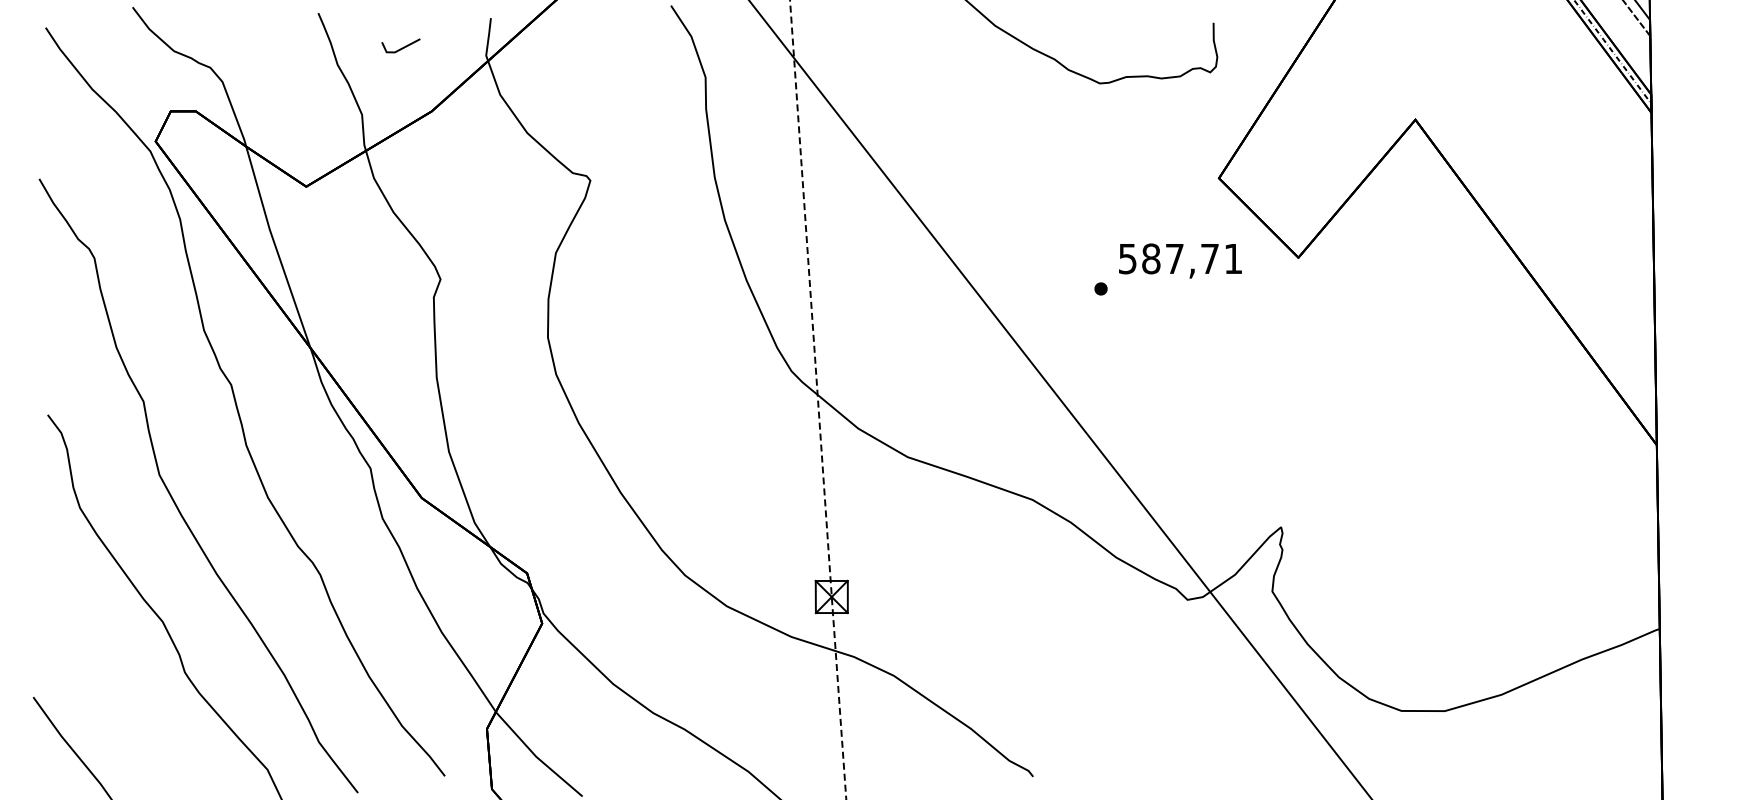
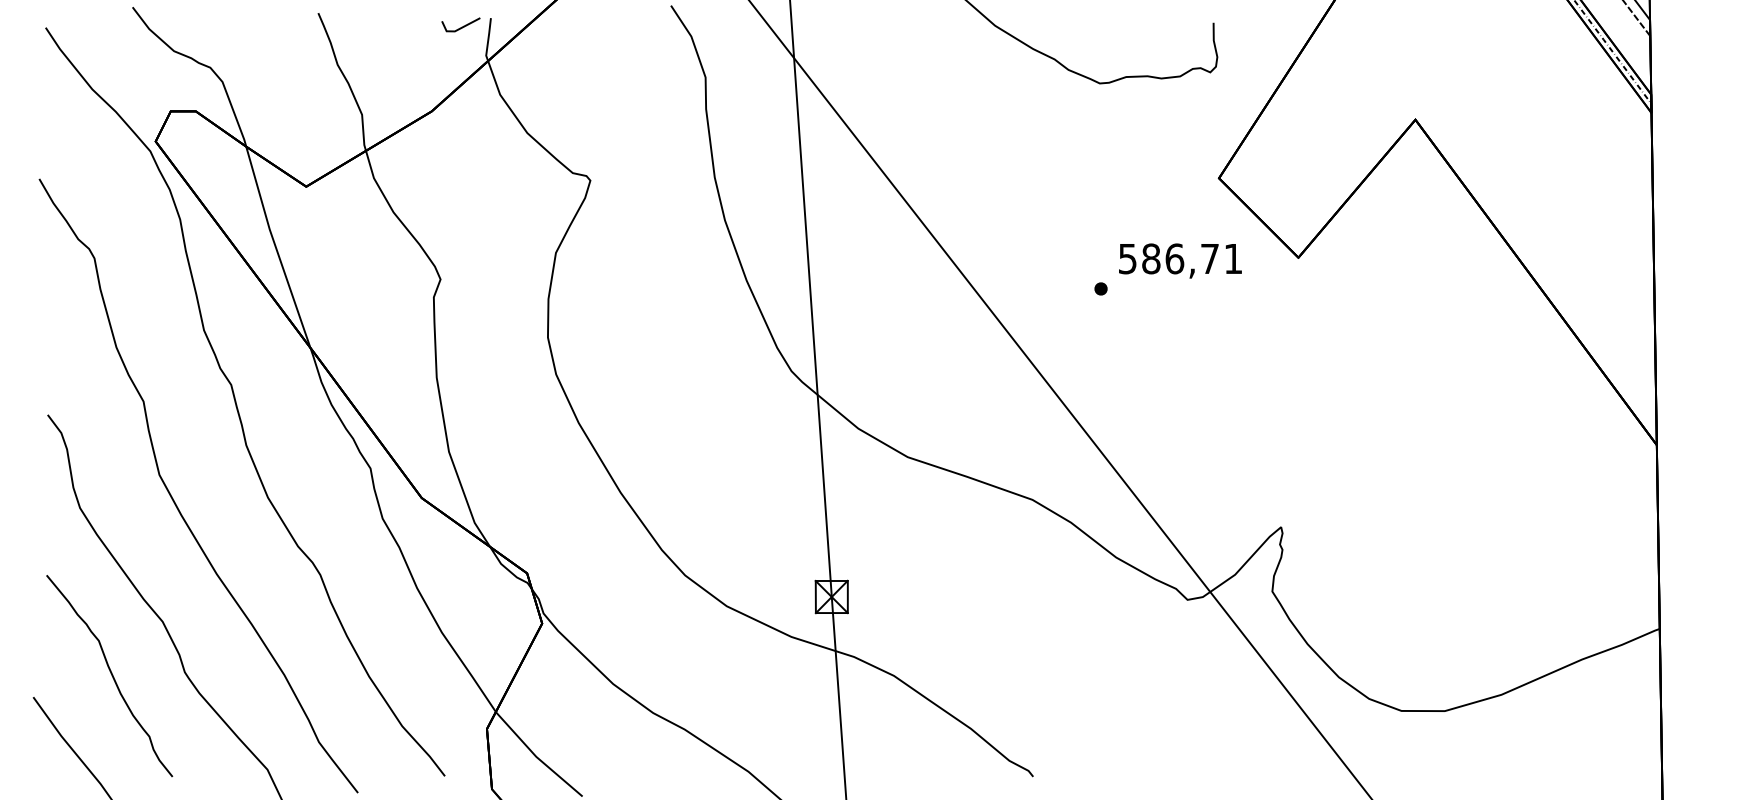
line at (401, 47) position: (401, 47) -> (461, 26)
text at (1174, 258): 587,71 -> 586,71
line at (818, 400): dashed -> solid
curve at (111, 676): none -> present
